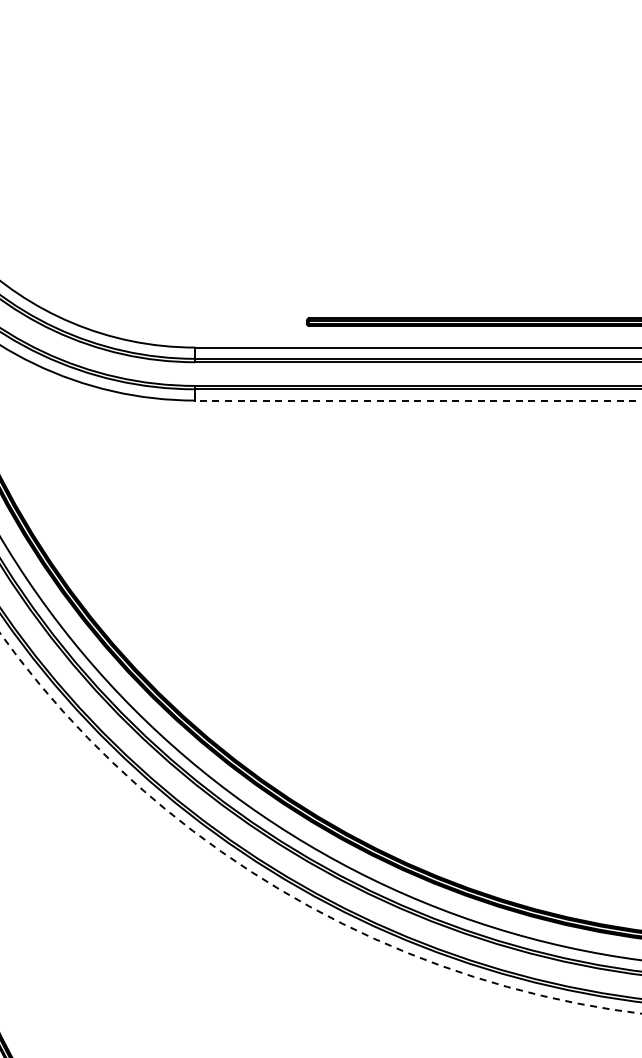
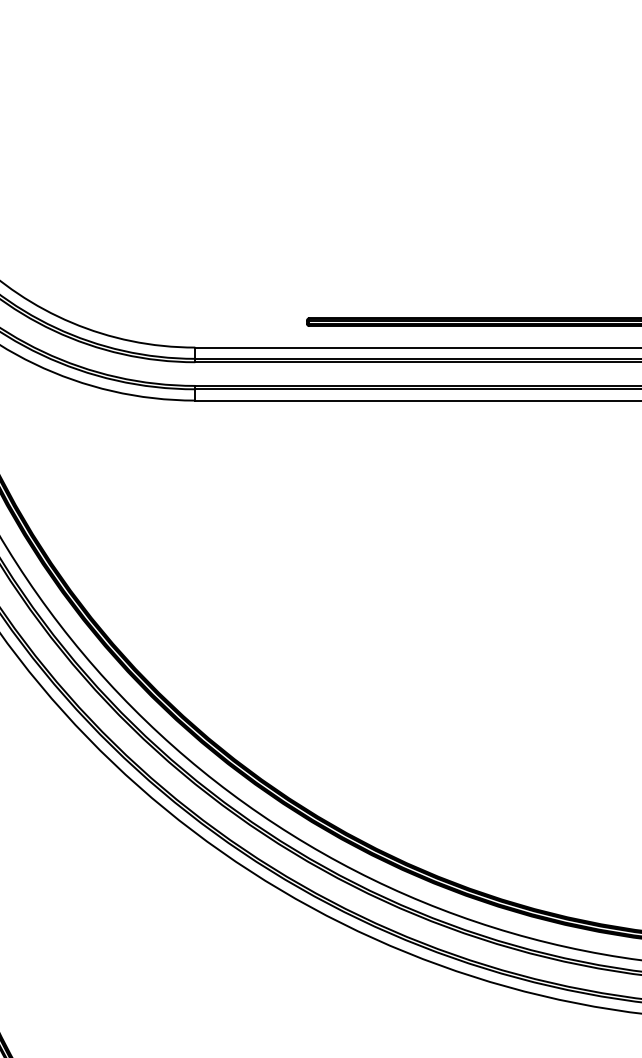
line at (418, 400): dashed -> solid
arc at (280, 889): dashed -> solid
